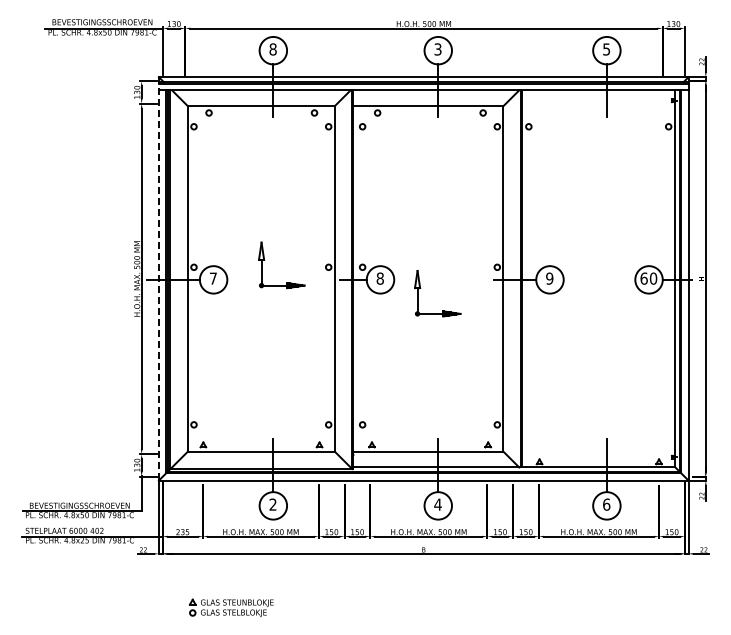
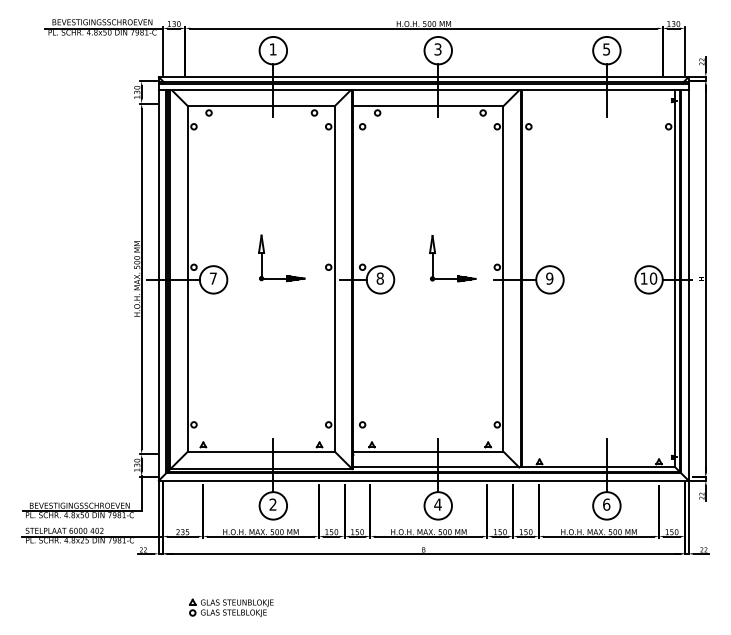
text at (272, 49): 8 -> 1
part at (265, 260) position: (265, 260) -> (265, 253)
line at (158, 278): dashed -> solid
text at (643, 278): 60 -> 10
part at (421, 288) position: (421, 288) -> (436, 253)
